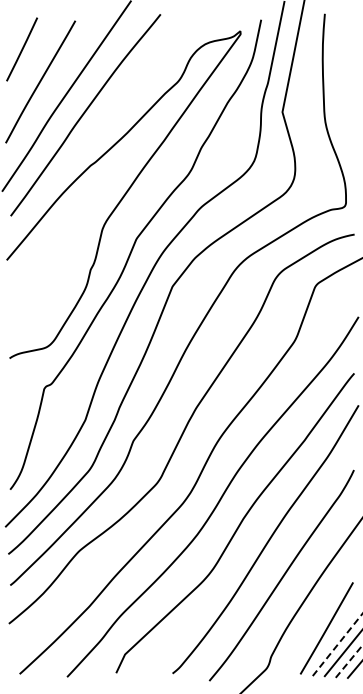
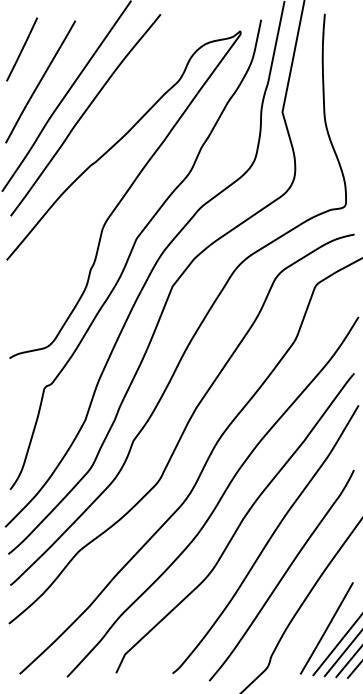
line at (337, 644): dashed -> solid
line at (349, 660): dashed -> solid
